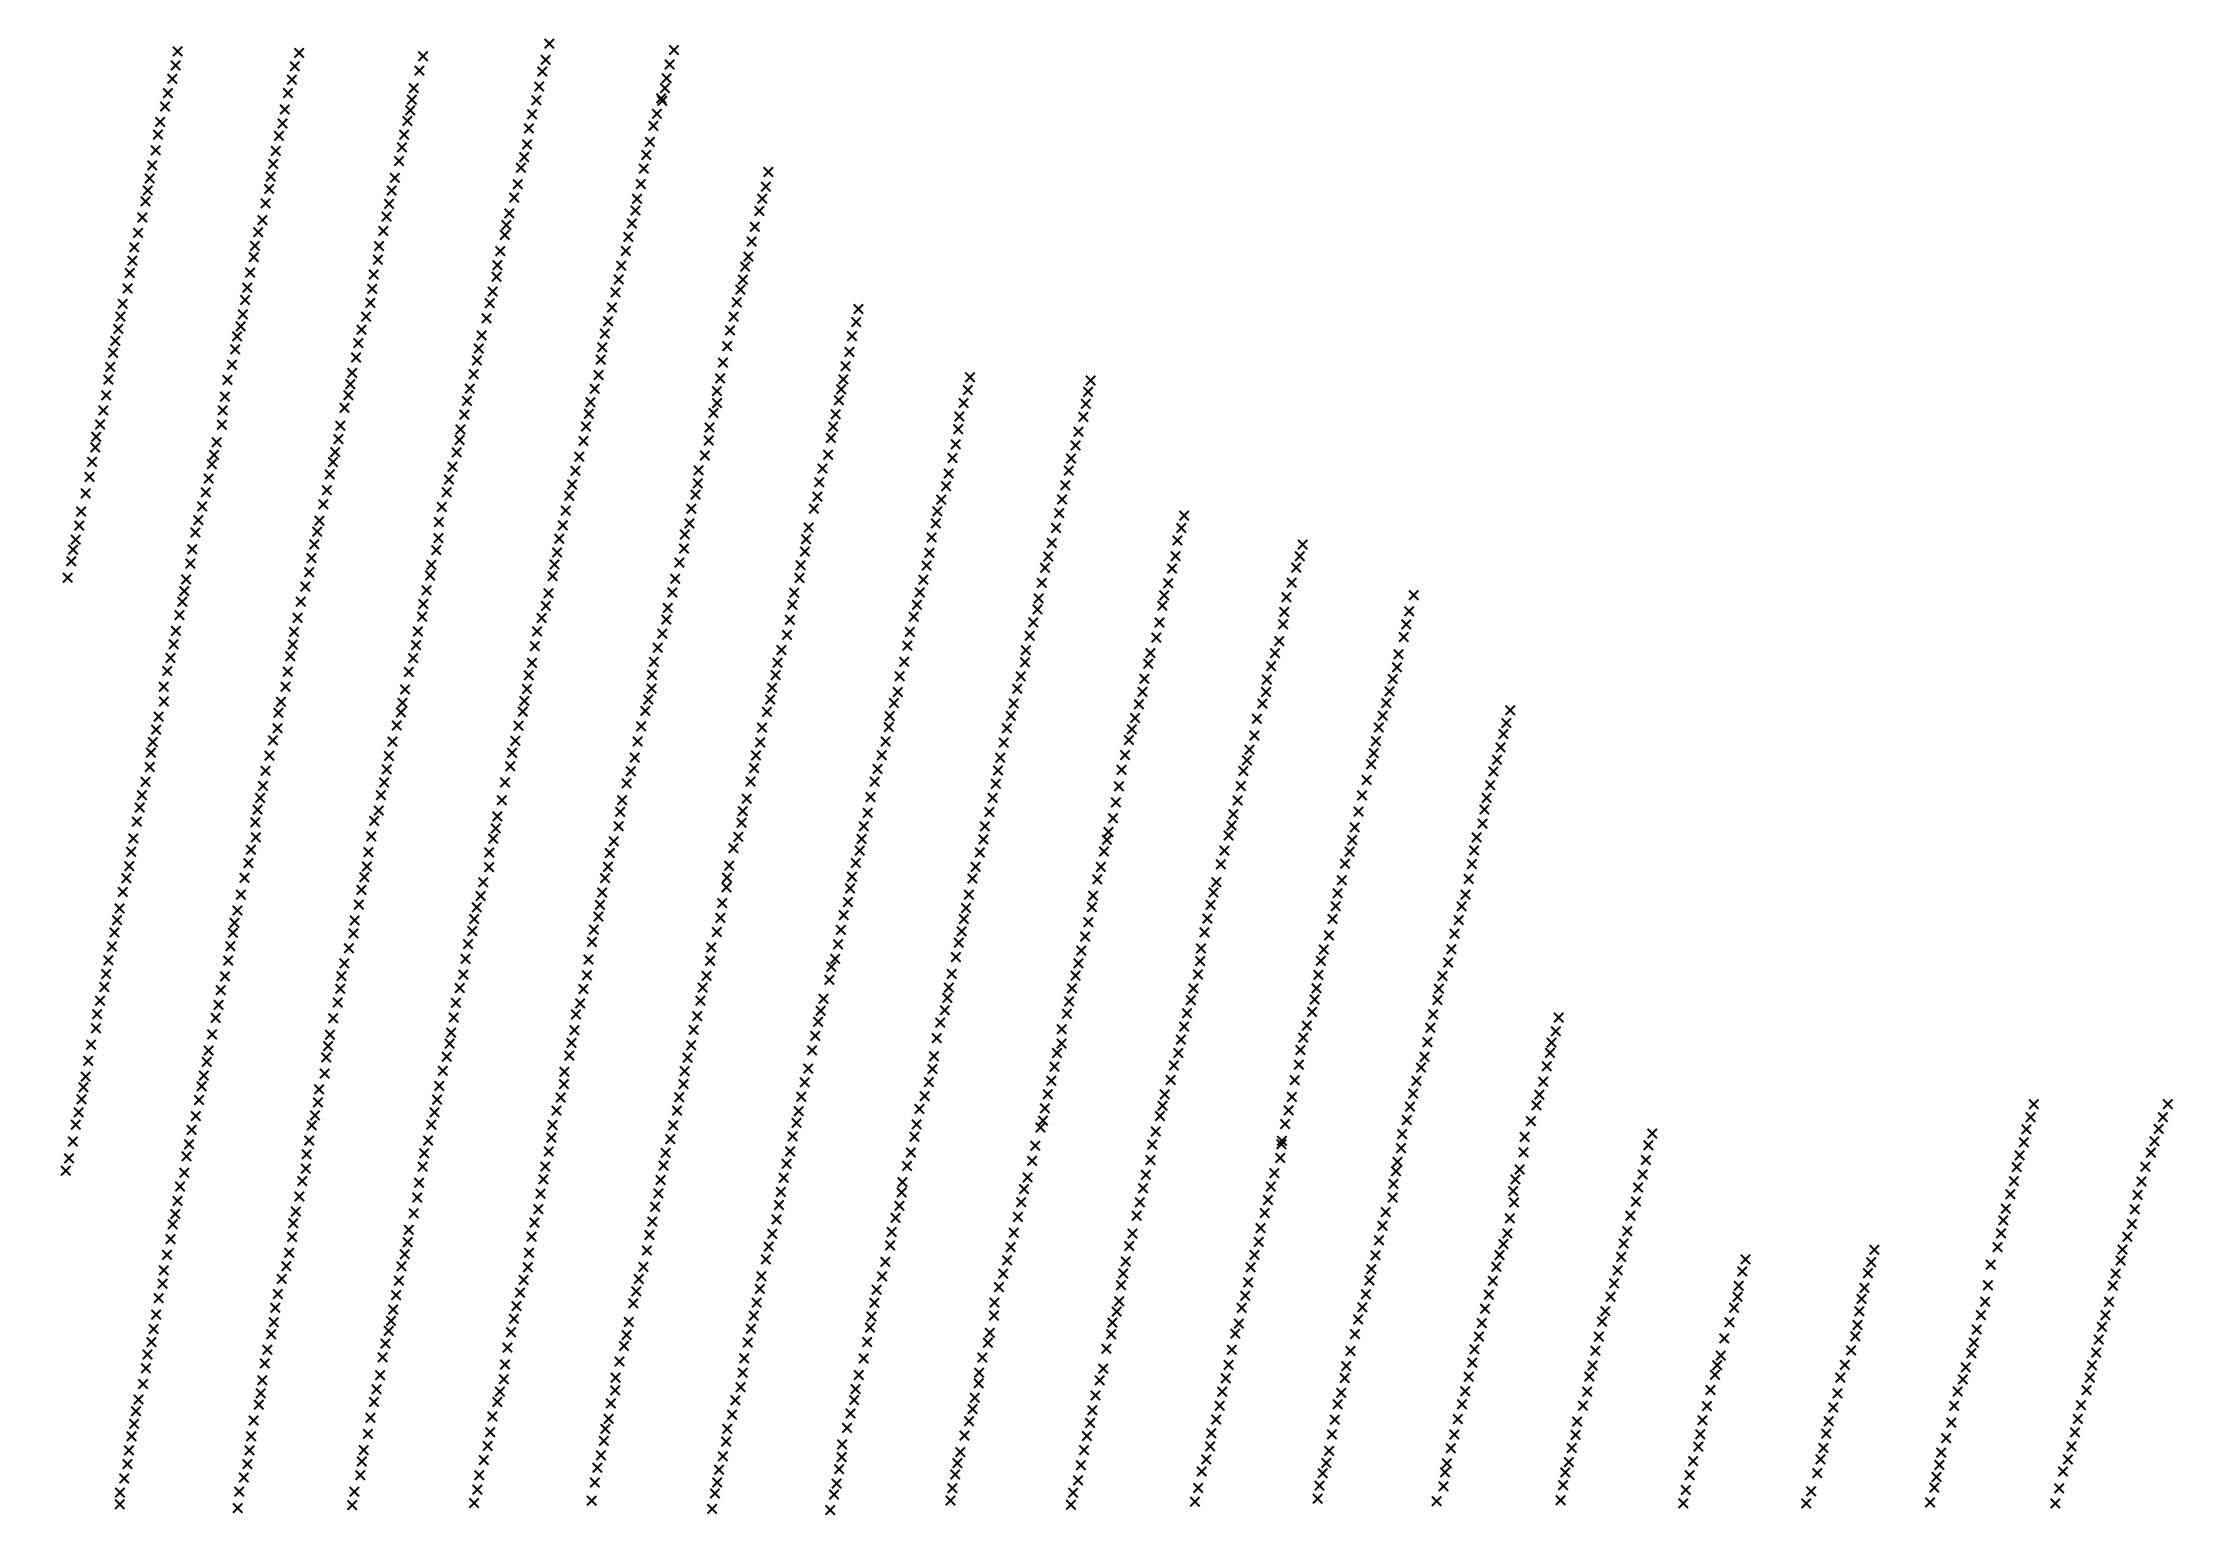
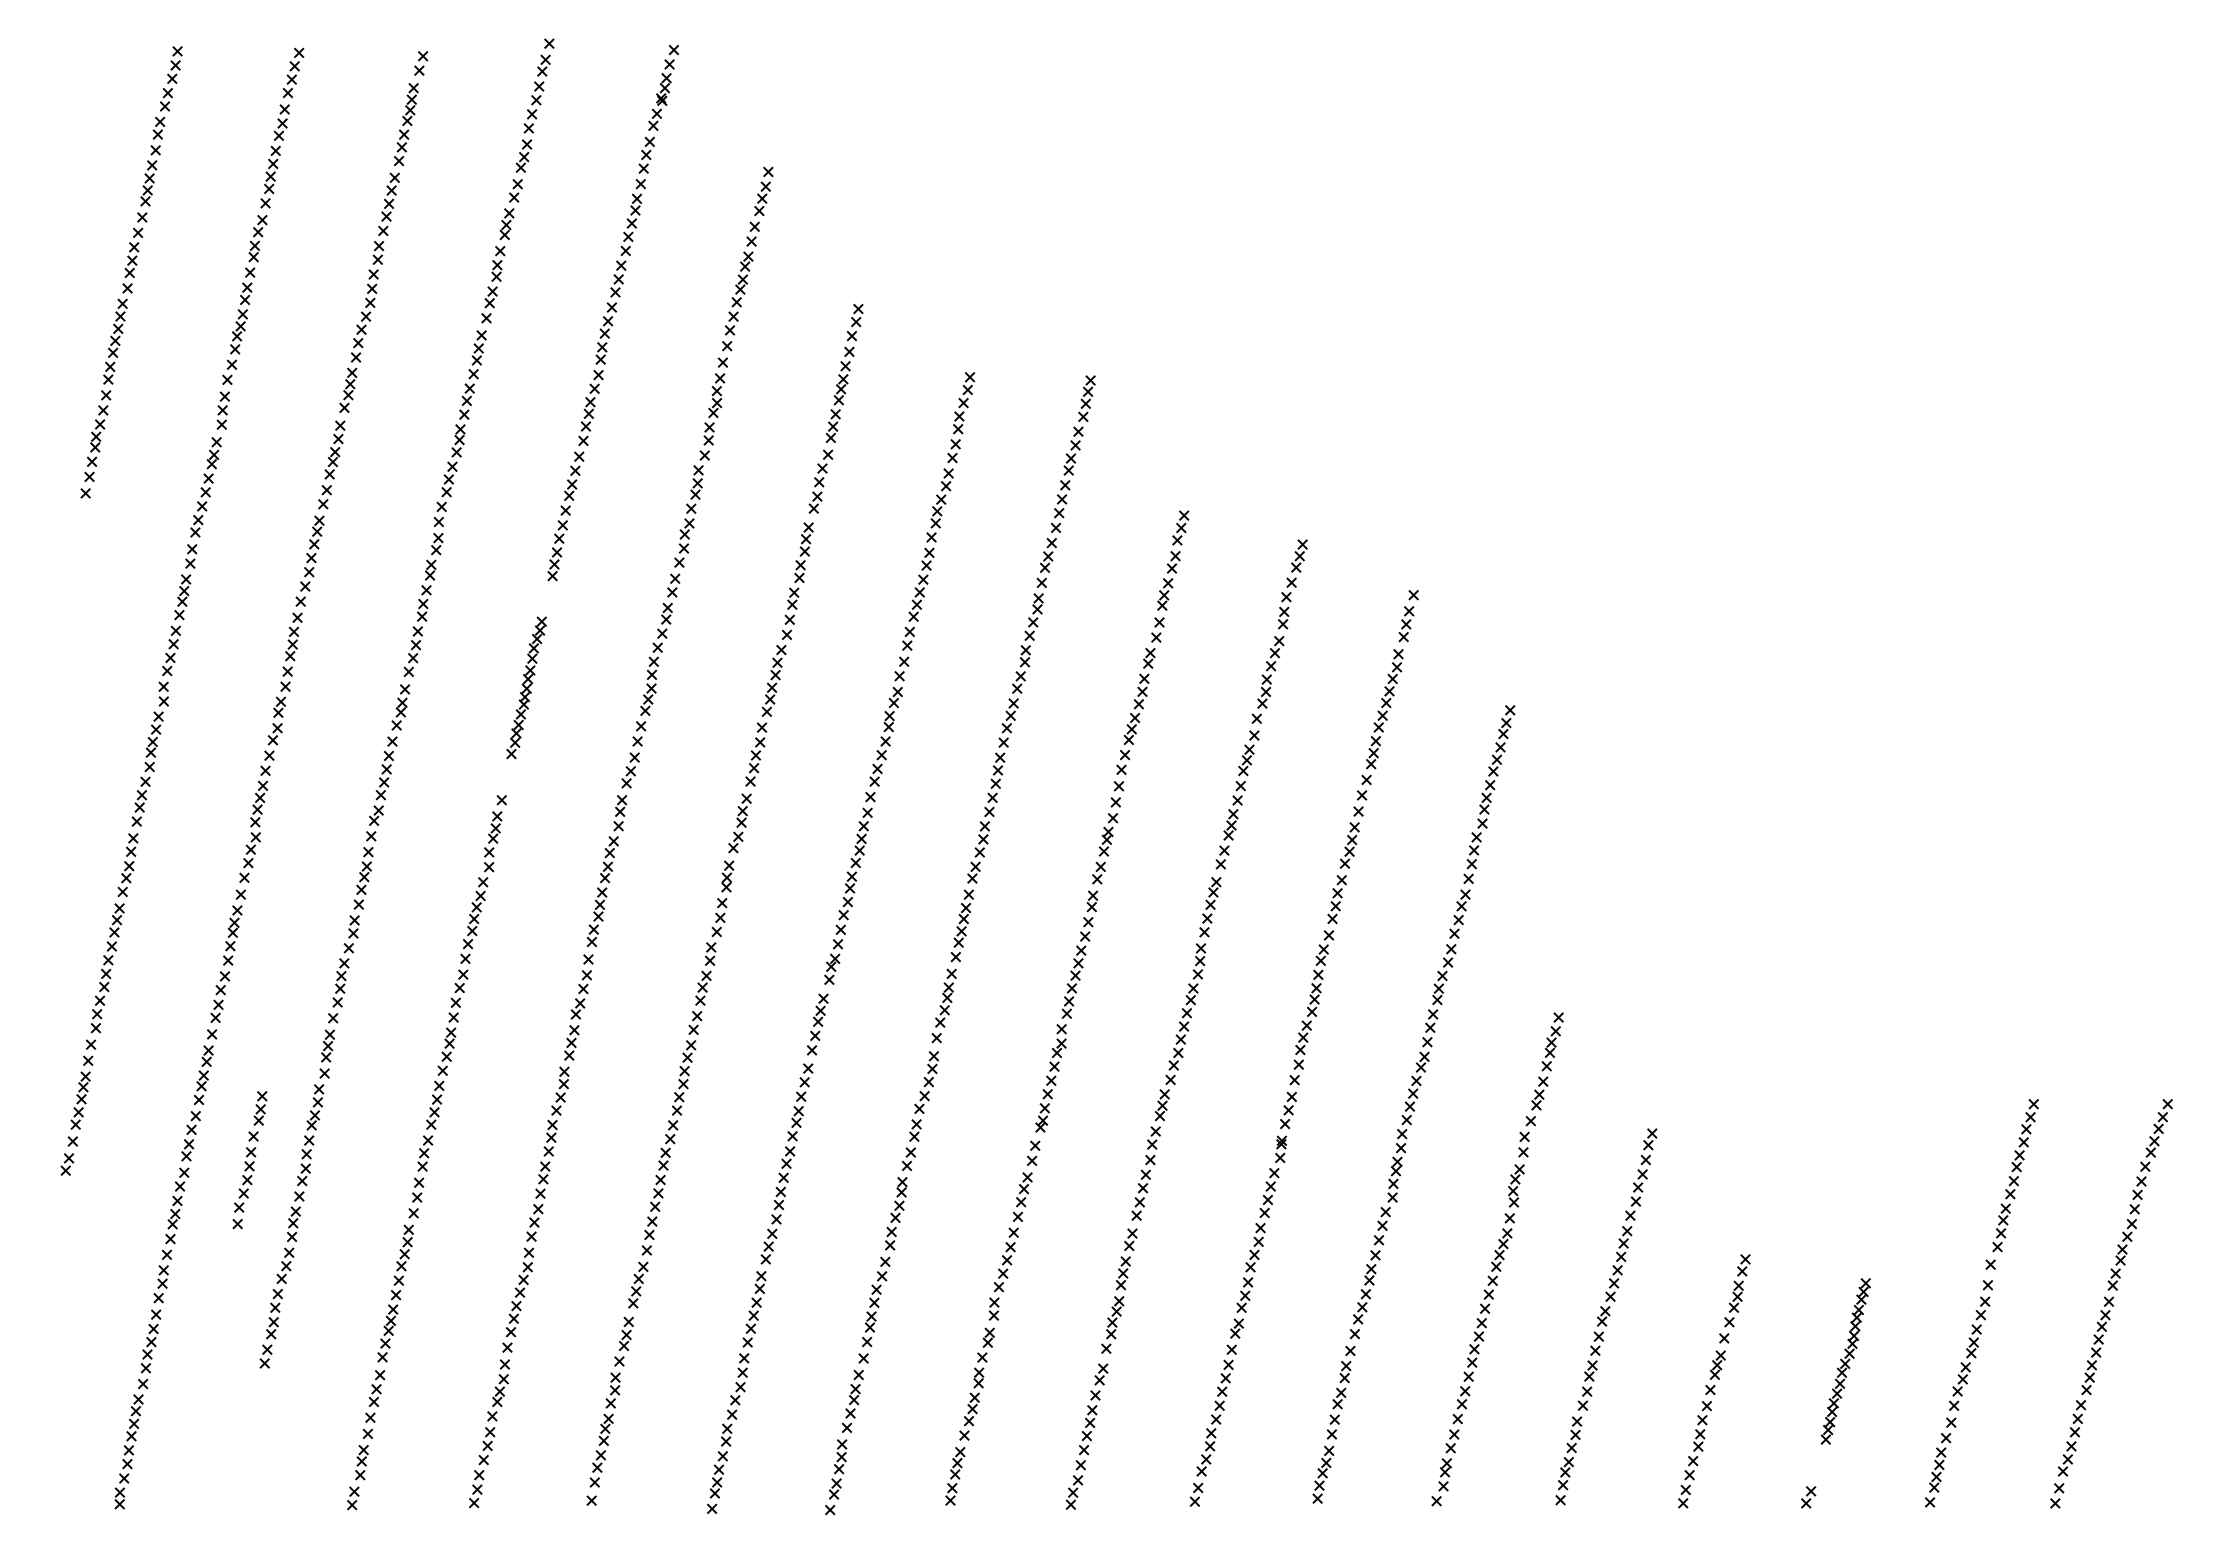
part at (74, 544): present -> none
part at (526, 687) size: 55x200 px -> 41x144 px
part at (1845, 1361) size: 68x235 px -> 51x167 px
part at (249, 1444) position: (249, 1444) -> (249, 1160)
